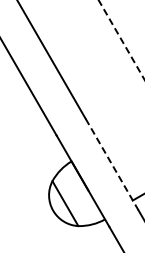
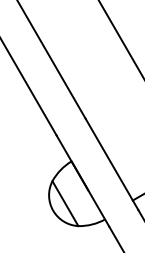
line at (121, 40): dashed -> solid
line at (112, 164): dashed -> solid
